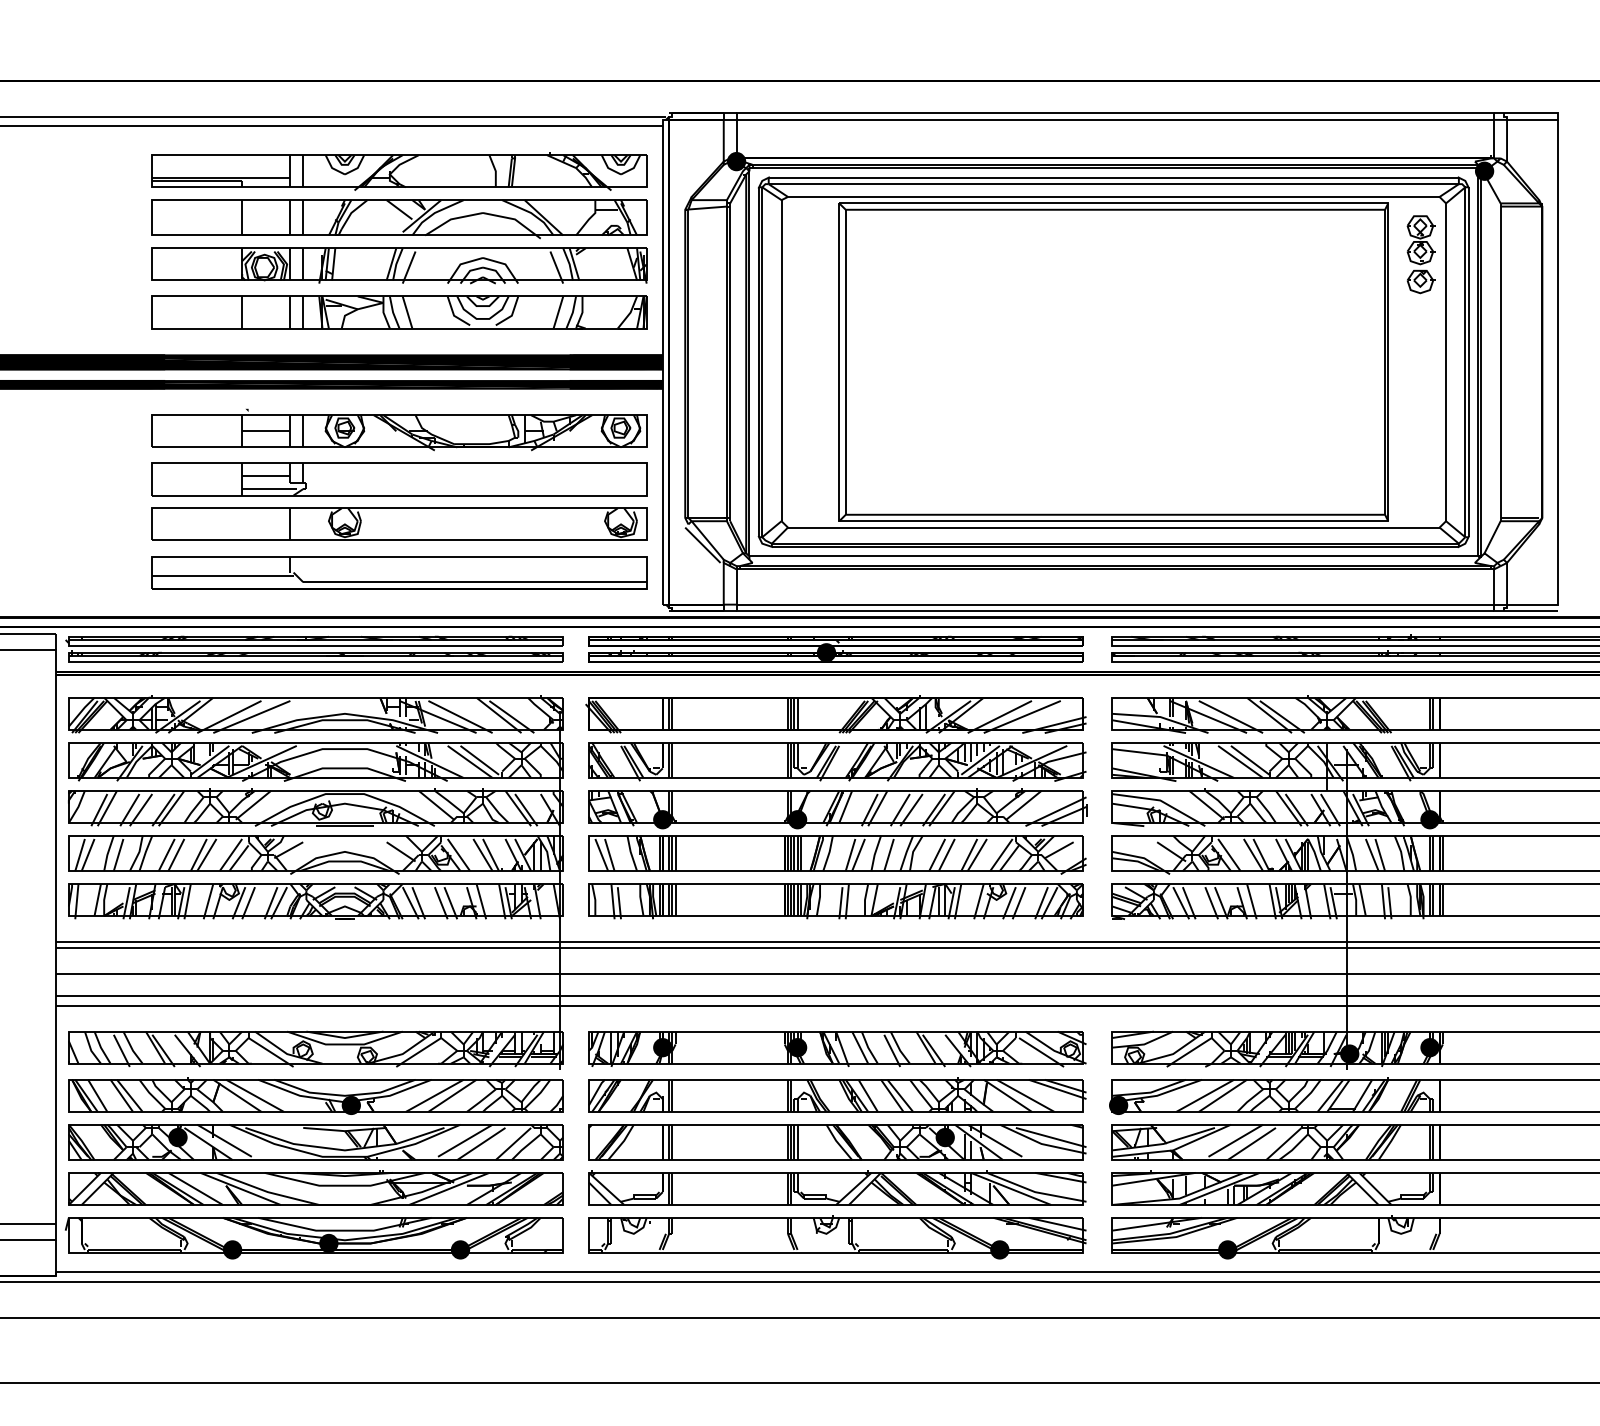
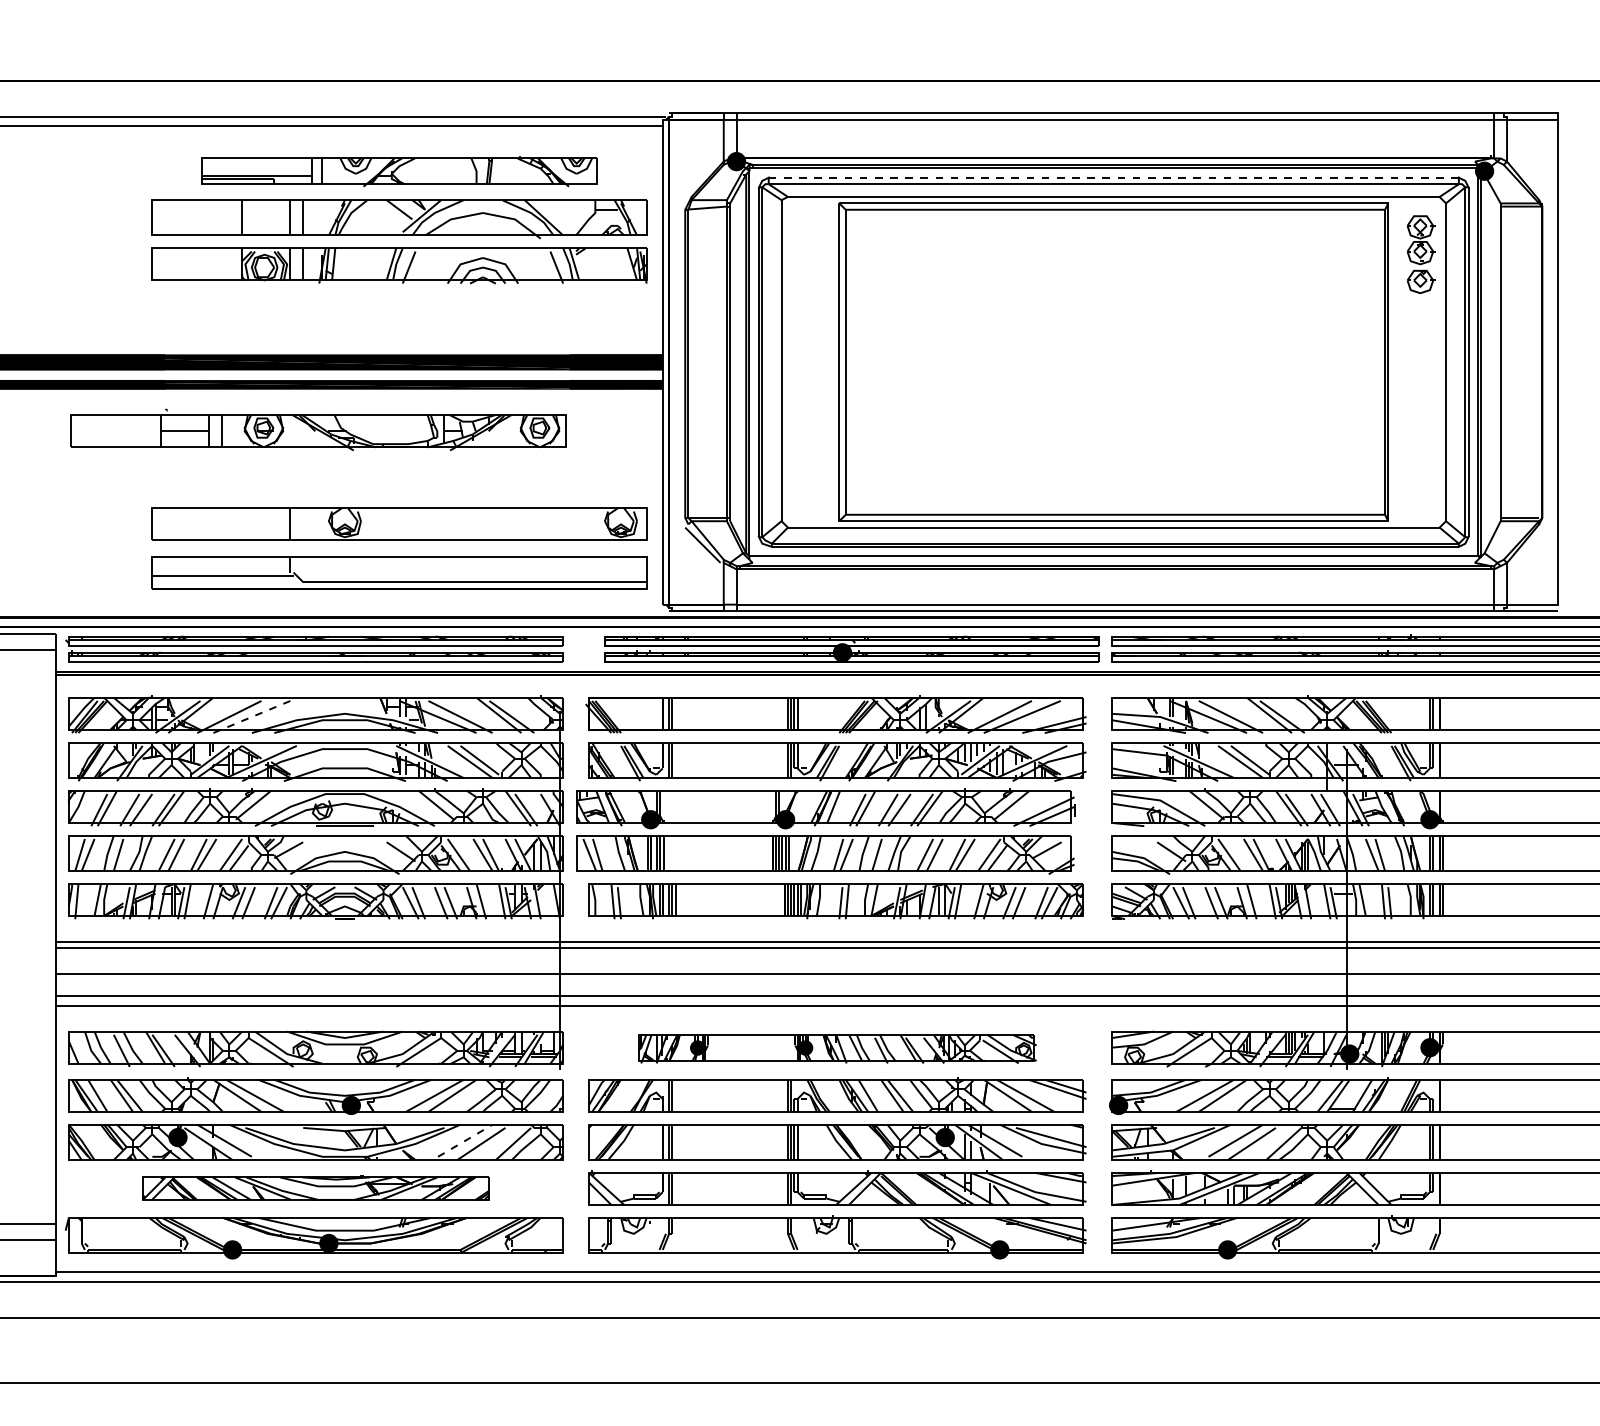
part at (399, 171) size: 497x39 px -> 397x32 px
line at (1113, 177): solid -> dashed
part at (399, 312): present -> none
part at (399, 429) position: (399, 429) -> (318, 429)
part at (399, 479): present -> none
part at (835, 648) position: (835, 648) -> (851, 648)
line at (251, 717): solid -> dashed
part at (837, 831) position: (837, 831) -> (825, 831)
part at (837, 1049) size: 499x37 px -> 399x30 px
line at (465, 1140): solid -> dashed
part at (315, 1187) size: 496x36 px -> 348x26 px
fill at (460, 1249): present -> none
